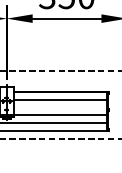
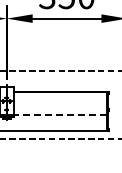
line at (60, 99): present -> none
line at (60, 114): solid -> dashed
line at (54, 123): present -> none
